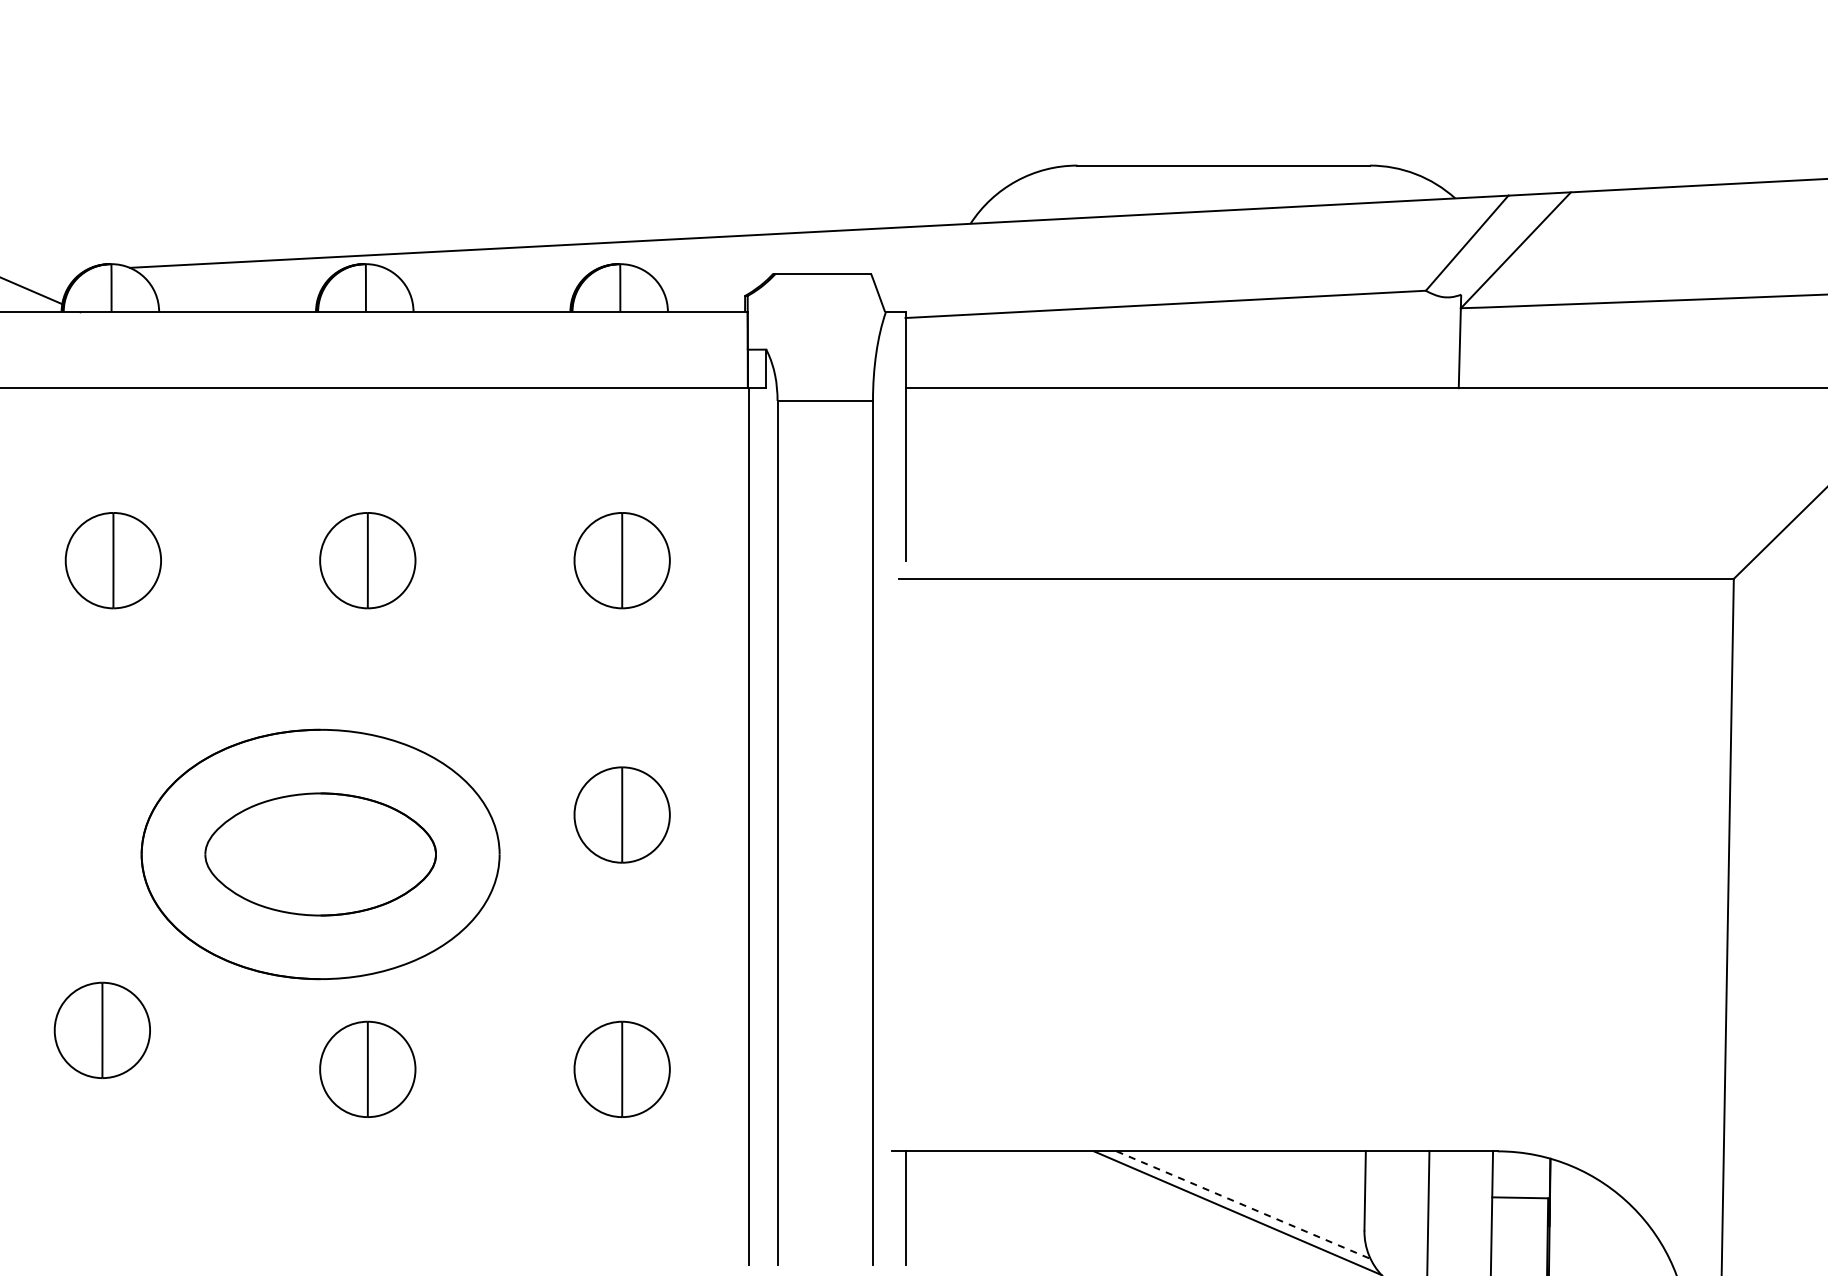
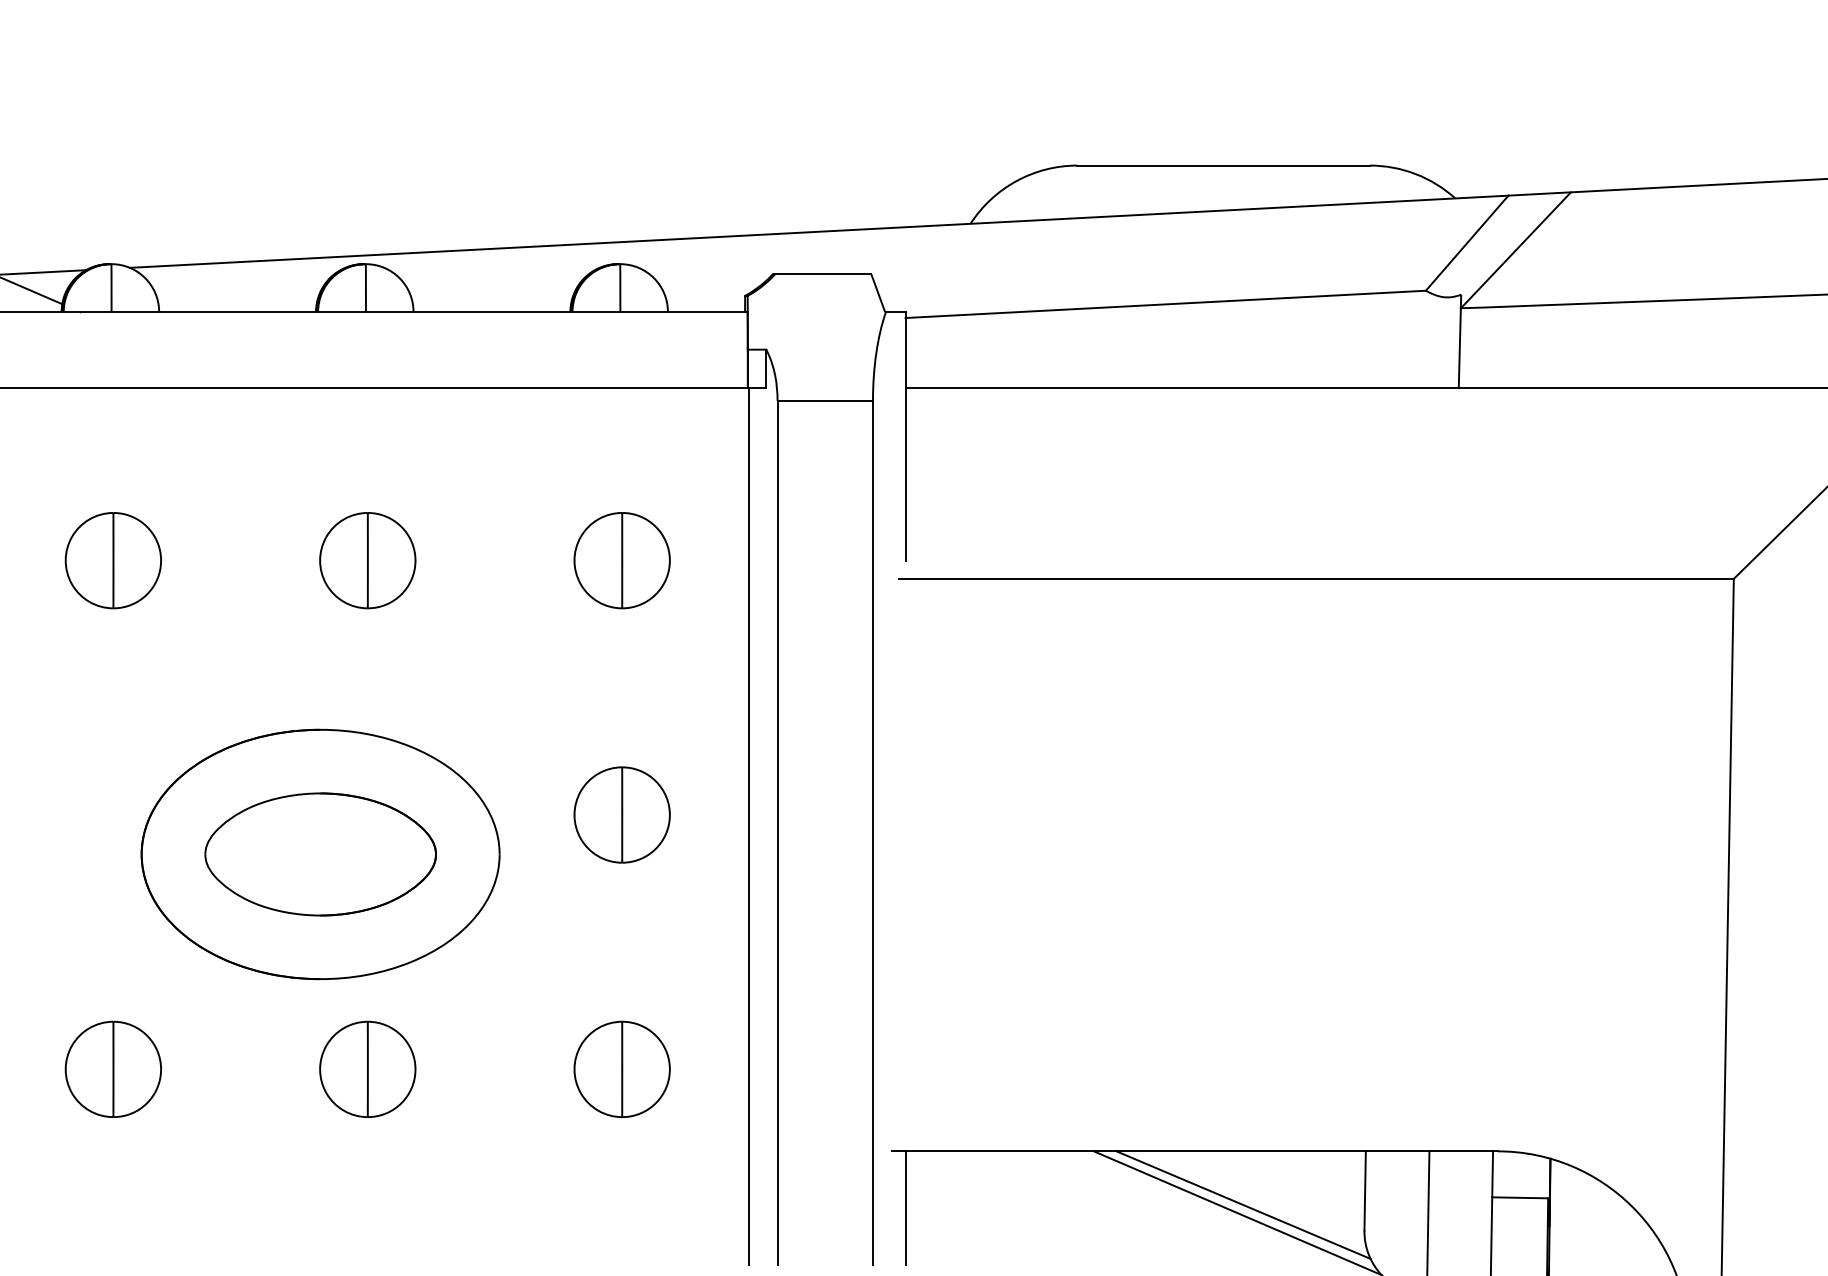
line at (44, 272): none -> present
part at (101, 1029) position: (101, 1029) -> (112, 1068)
line at (1243, 1205): dashed -> solid
